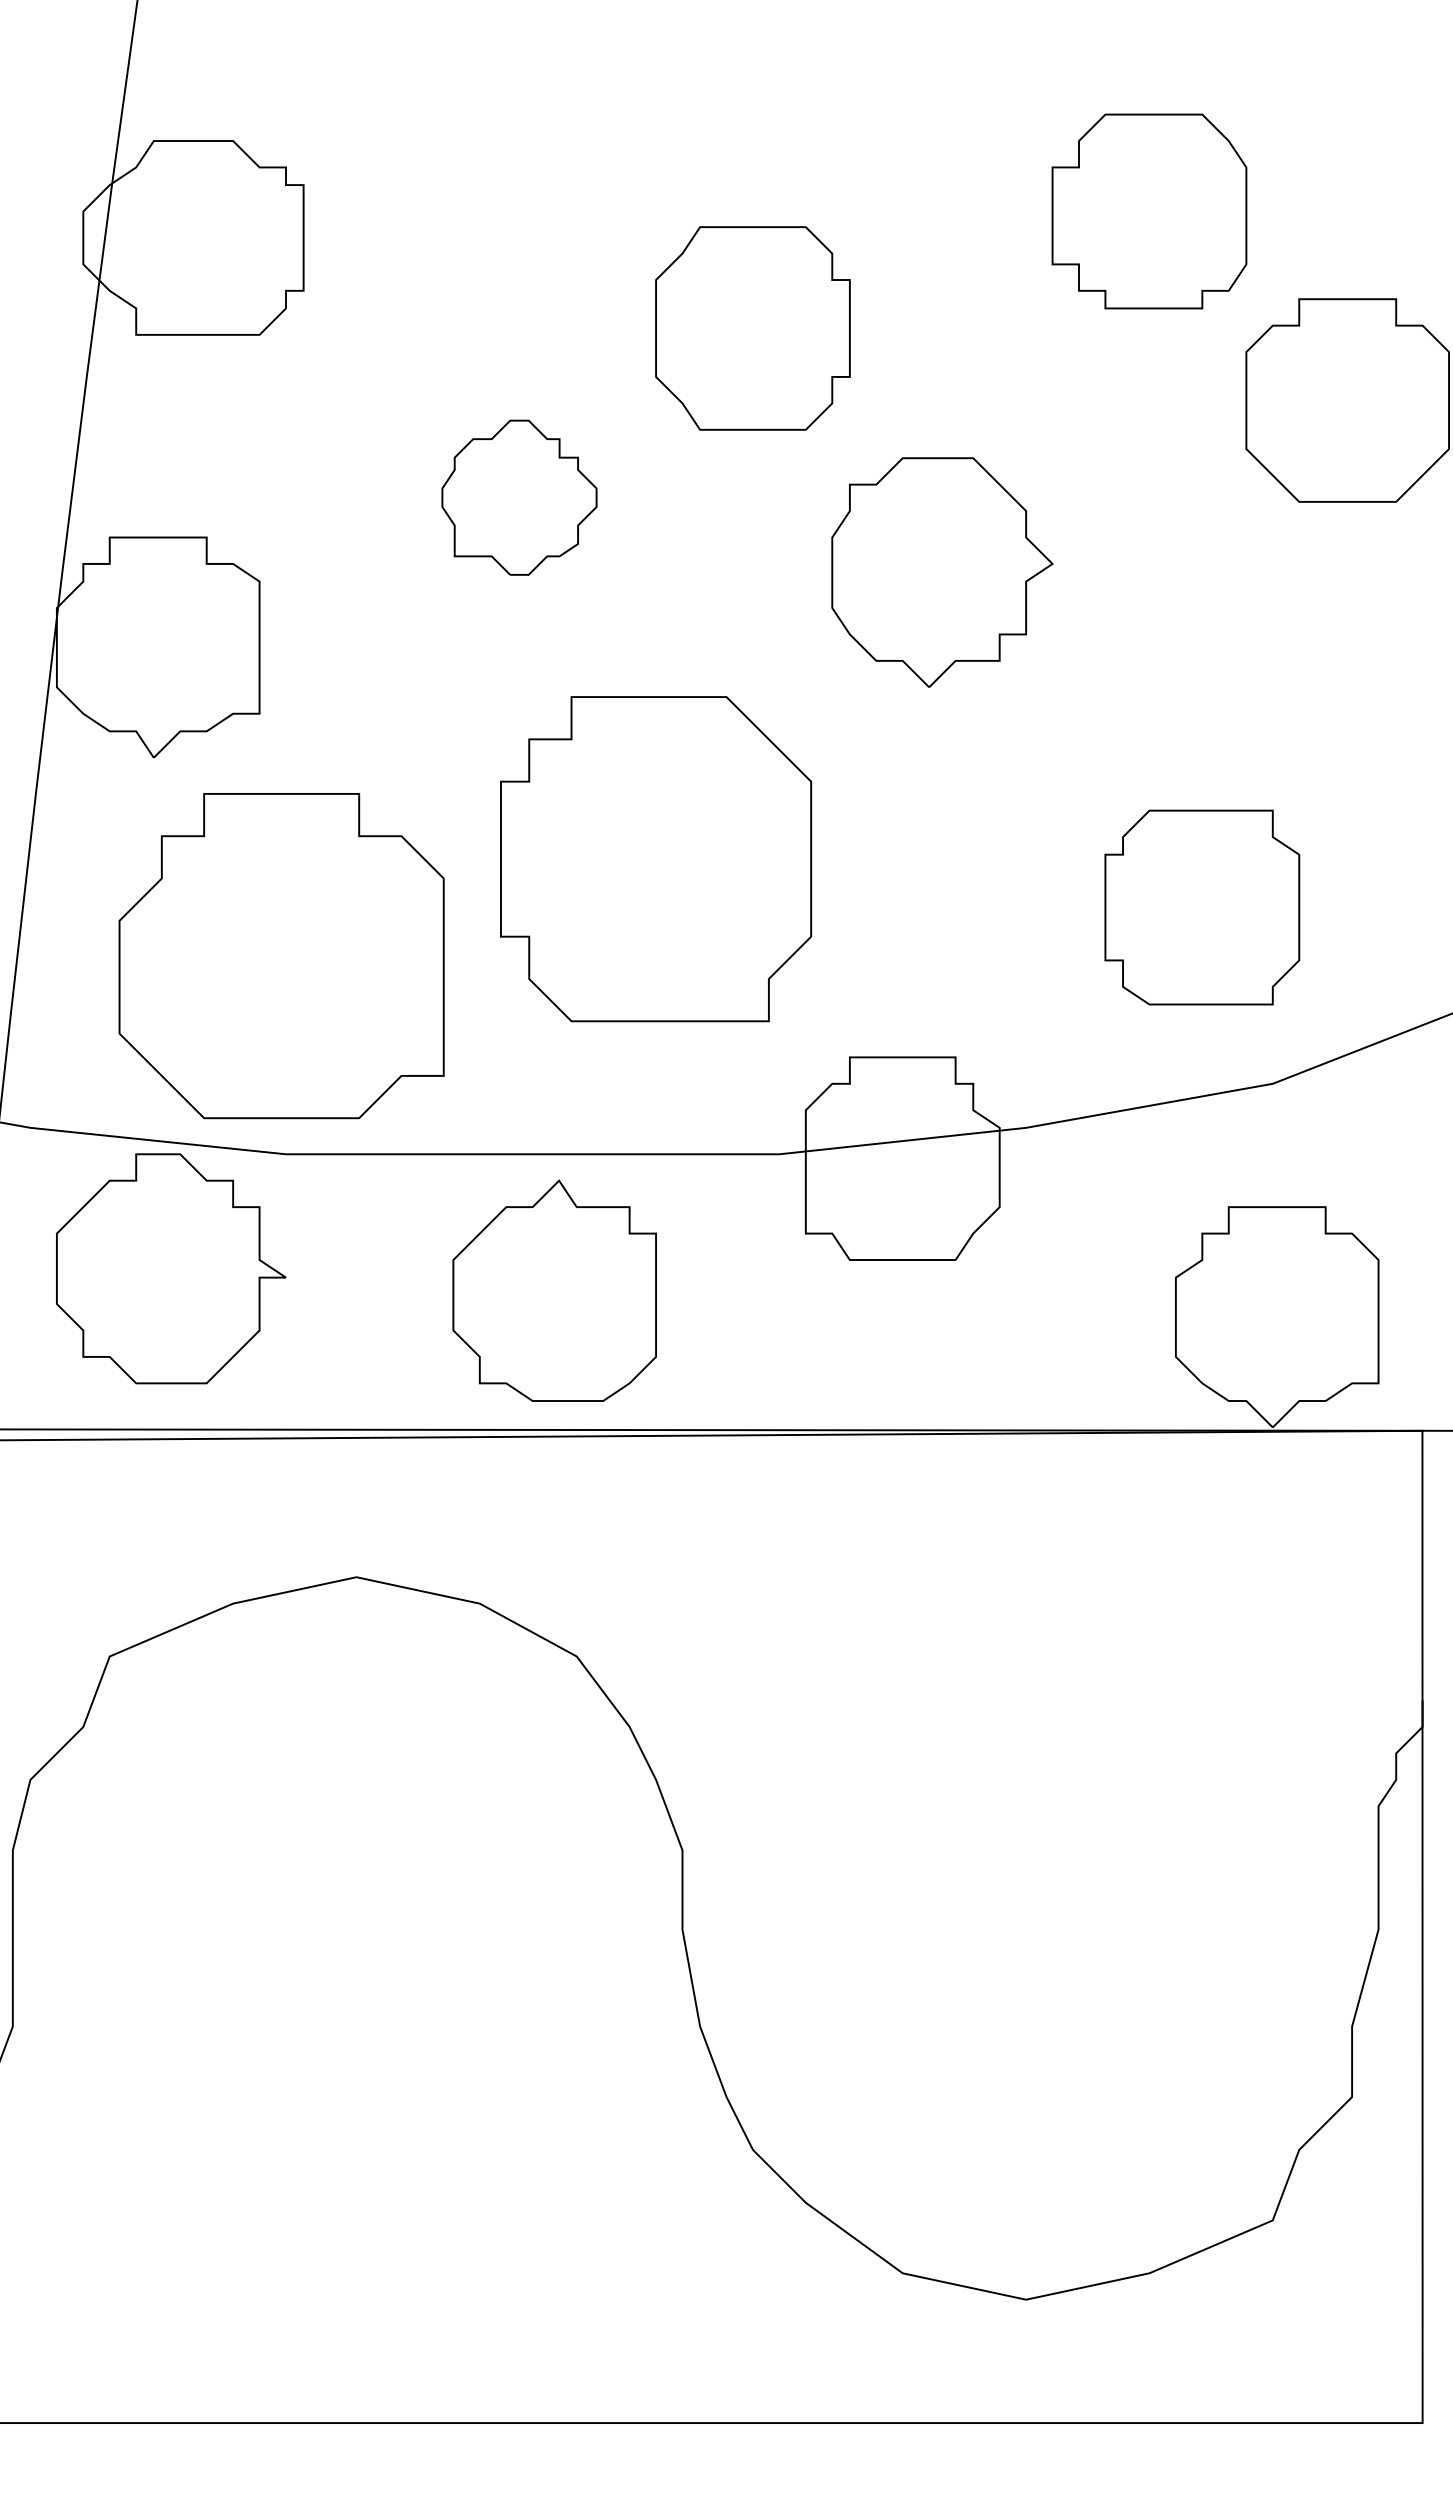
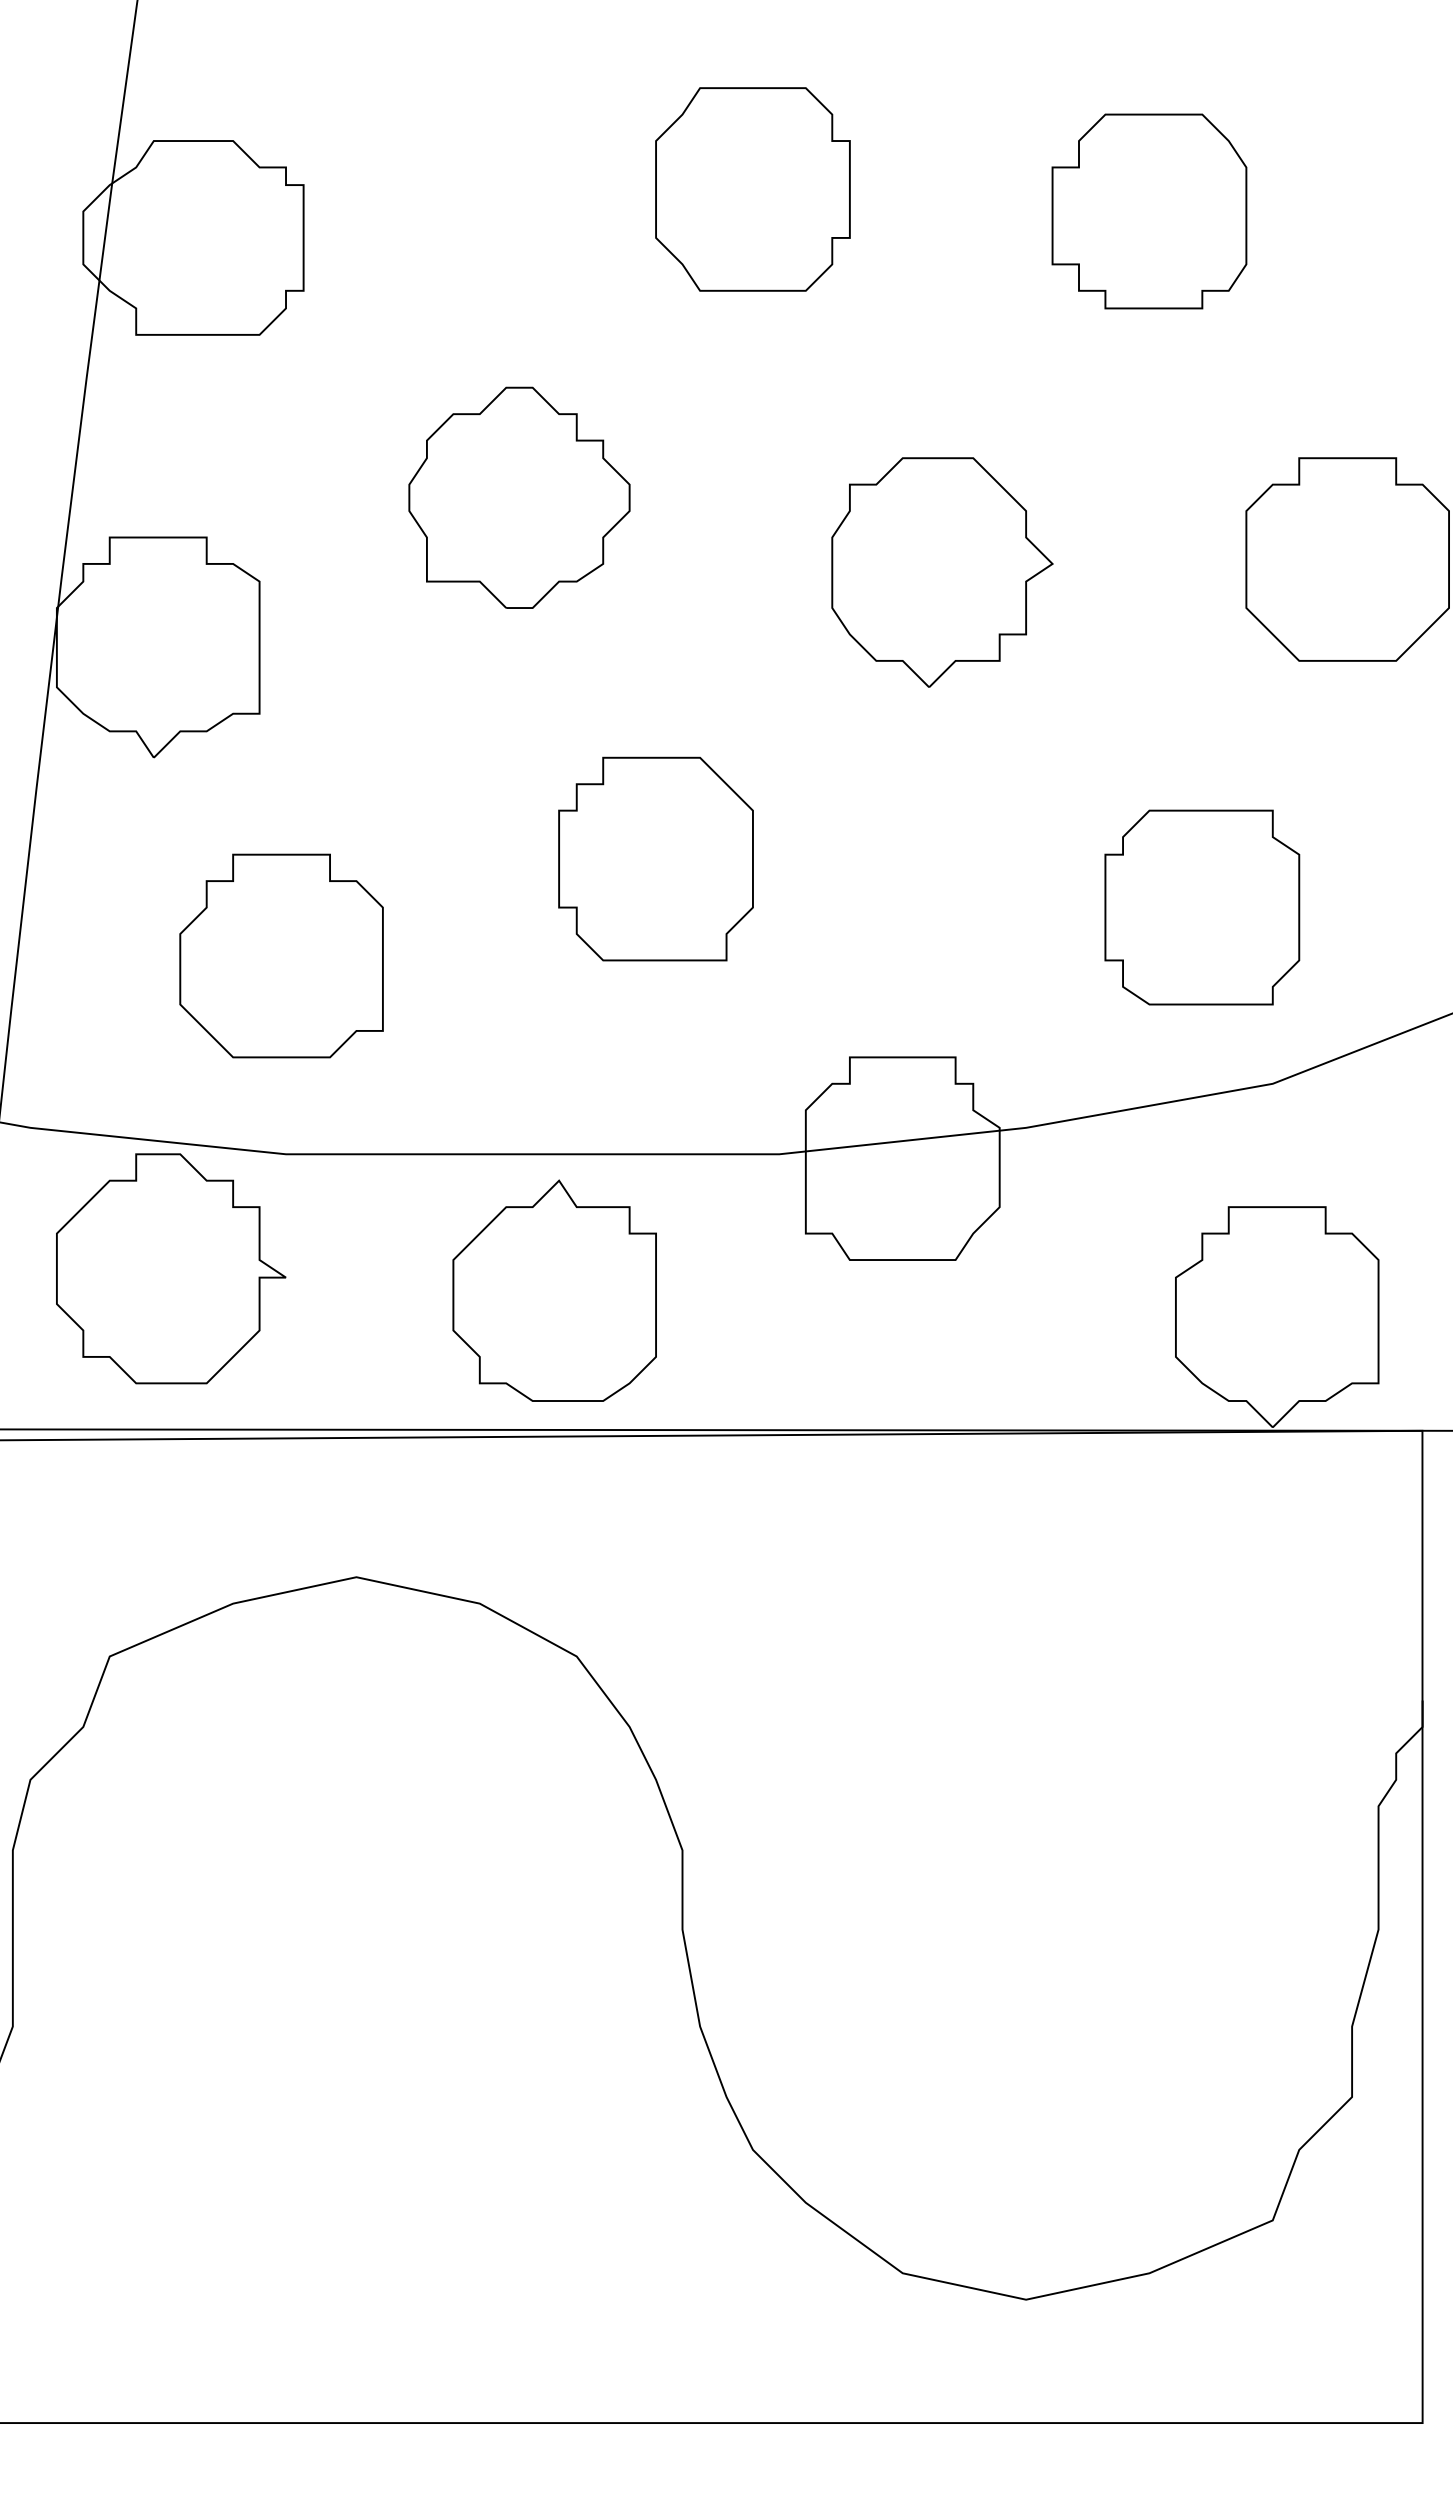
part at (752, 328) position: (752, 328) -> (752, 189)
part at (1347, 400) position: (1347, 400) -> (1347, 559)
part at (519, 497) size: 157x157 px -> 223x223 px
part at (656, 859) size: 313x327 px -> 196x206 px
part at (281, 956) size: 327x327 px -> 205x206 px
